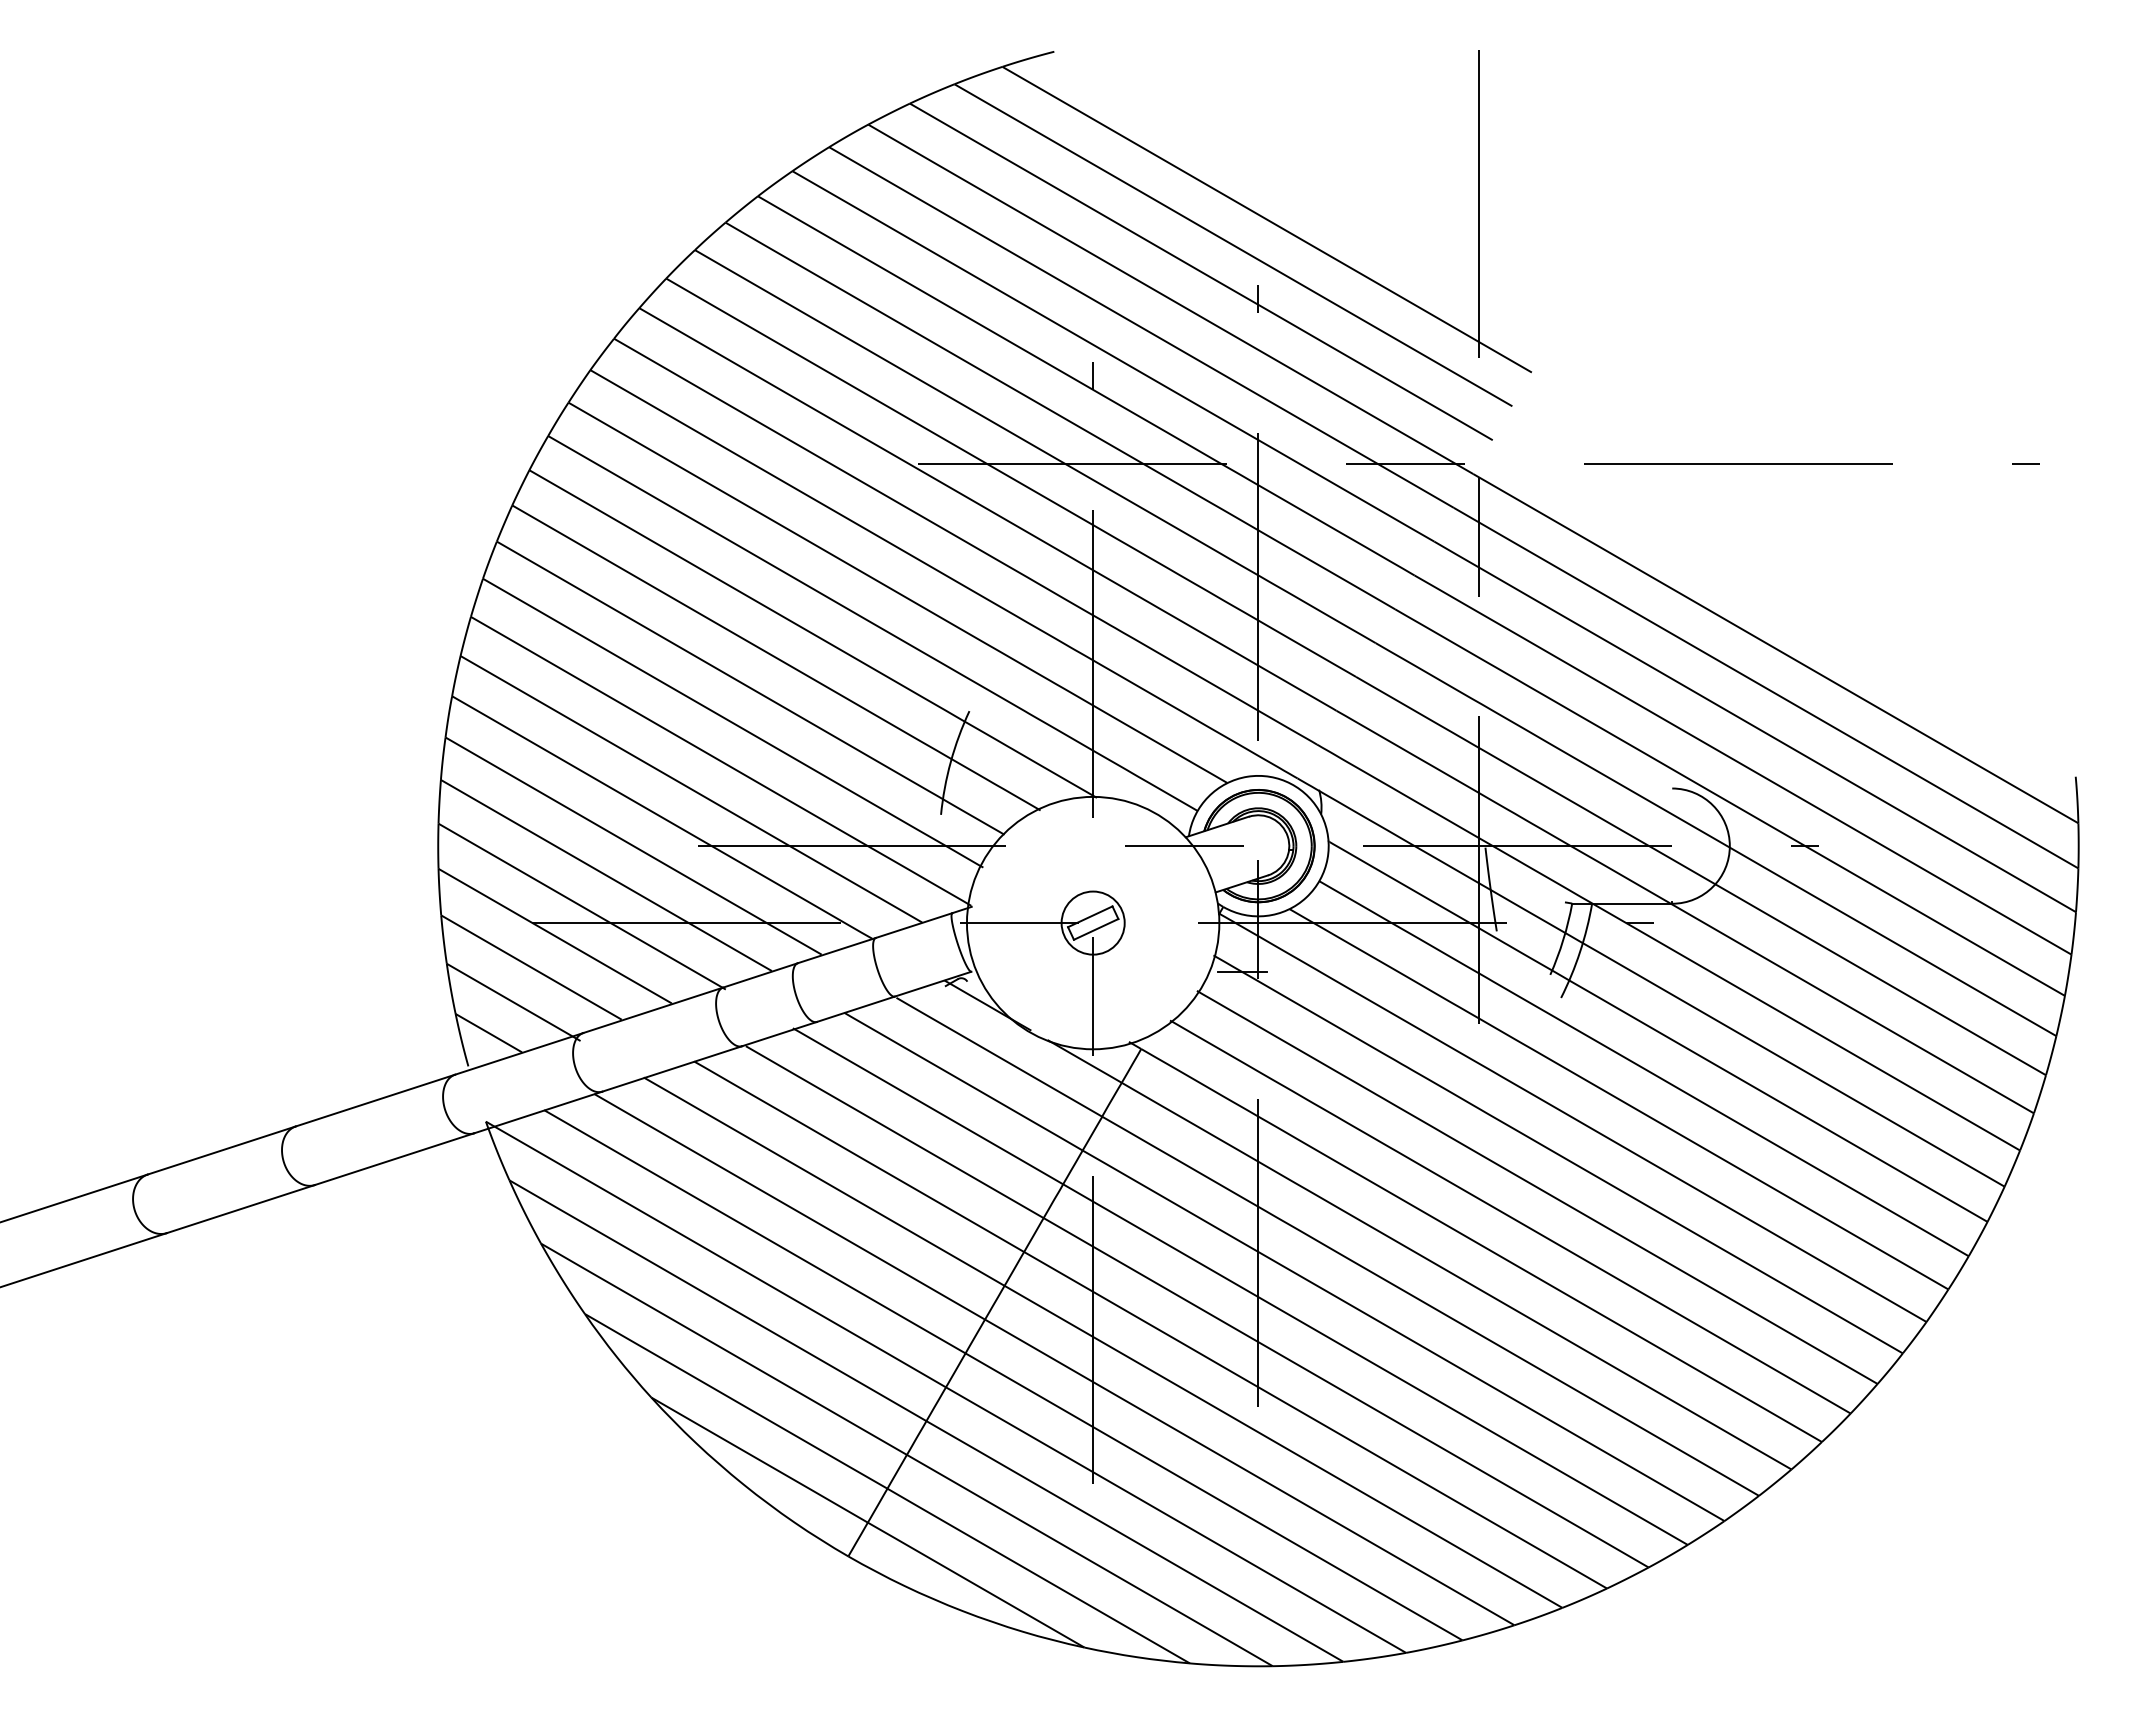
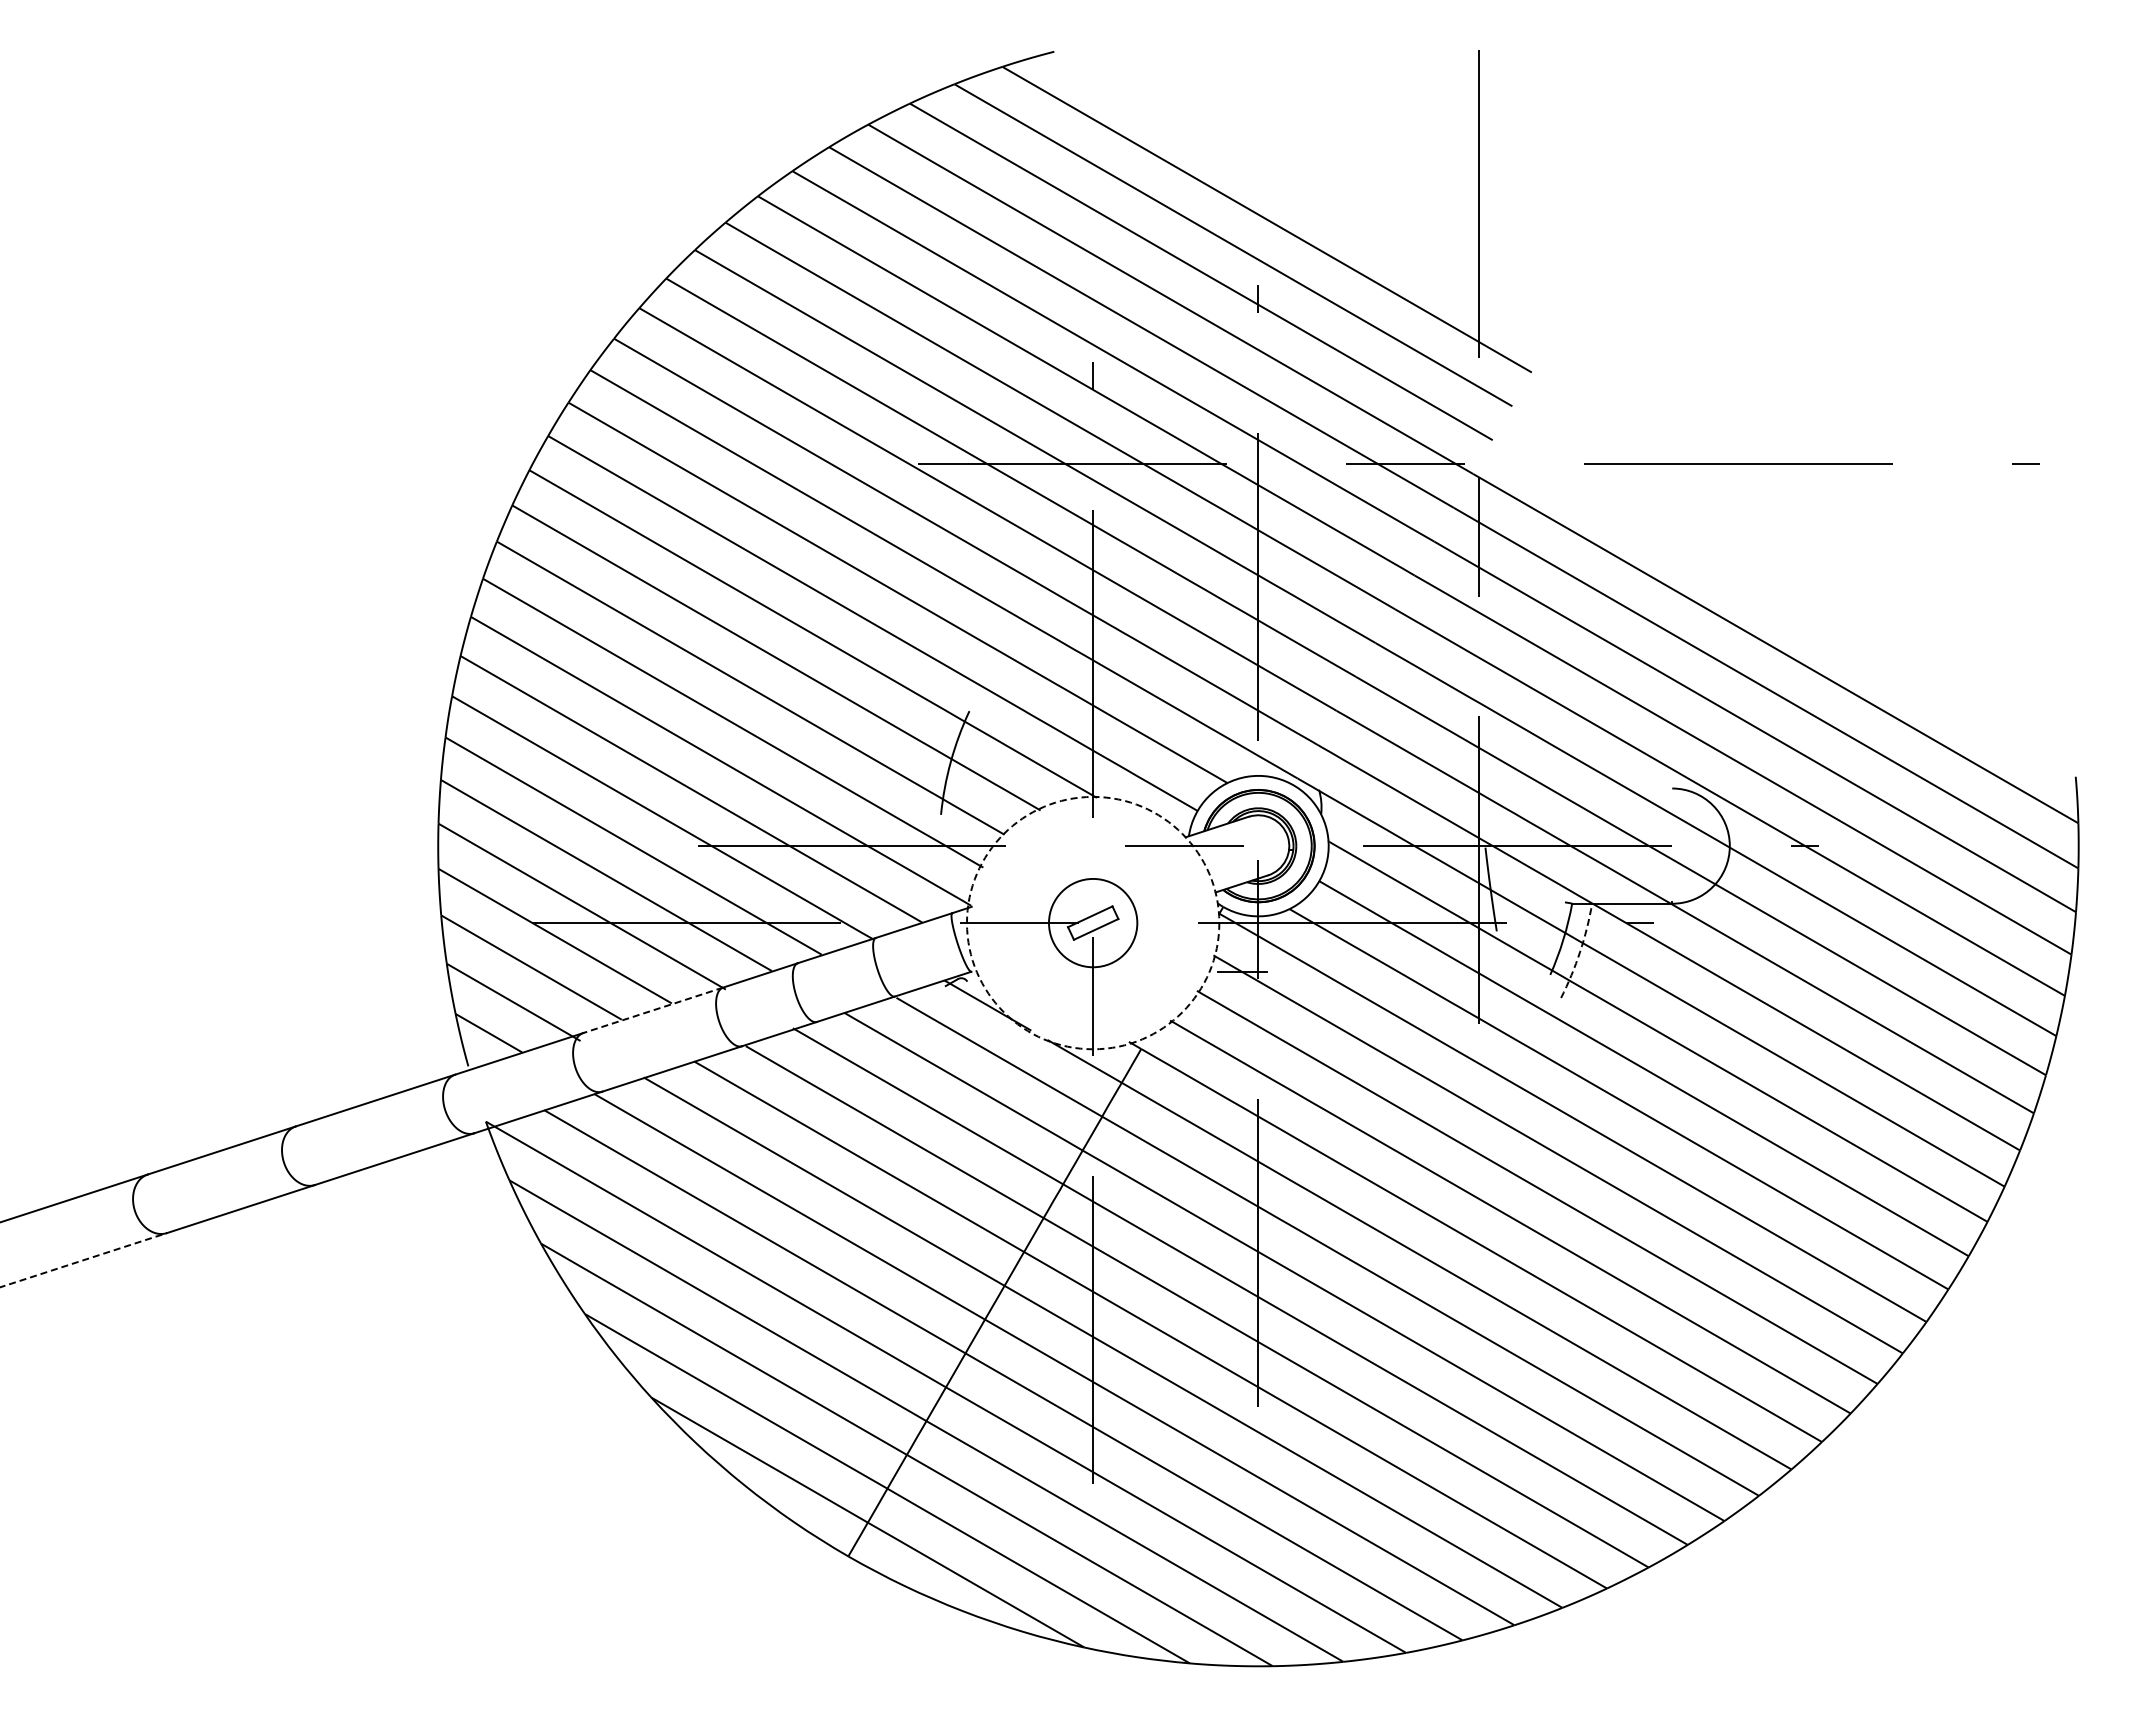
circle at (1092, 922) diameter: 63 px -> 88 px
circle at (1092, 922): solid -> dashed
arc at (1580, 951): solid -> dashed
line at (652, 1010): solid -> dashed
line at (84, 1260): solid -> dashed
